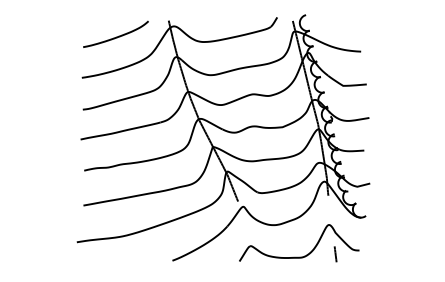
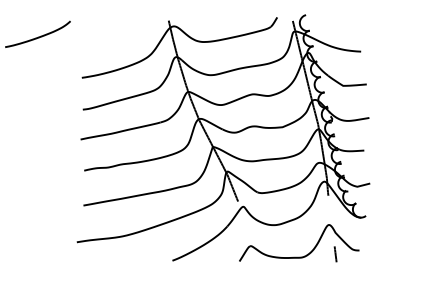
curve at (116, 36) position: (116, 36) -> (38, 36)
